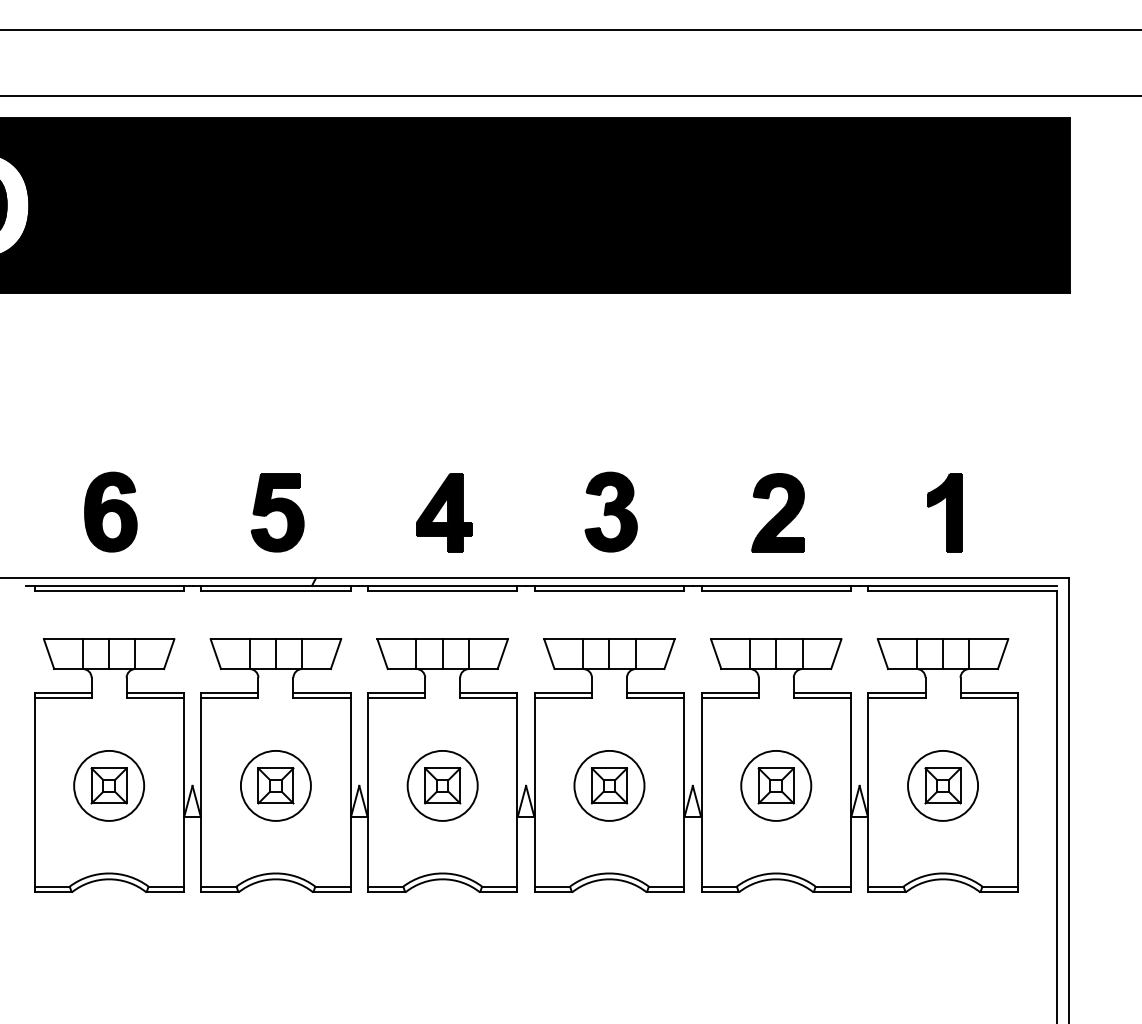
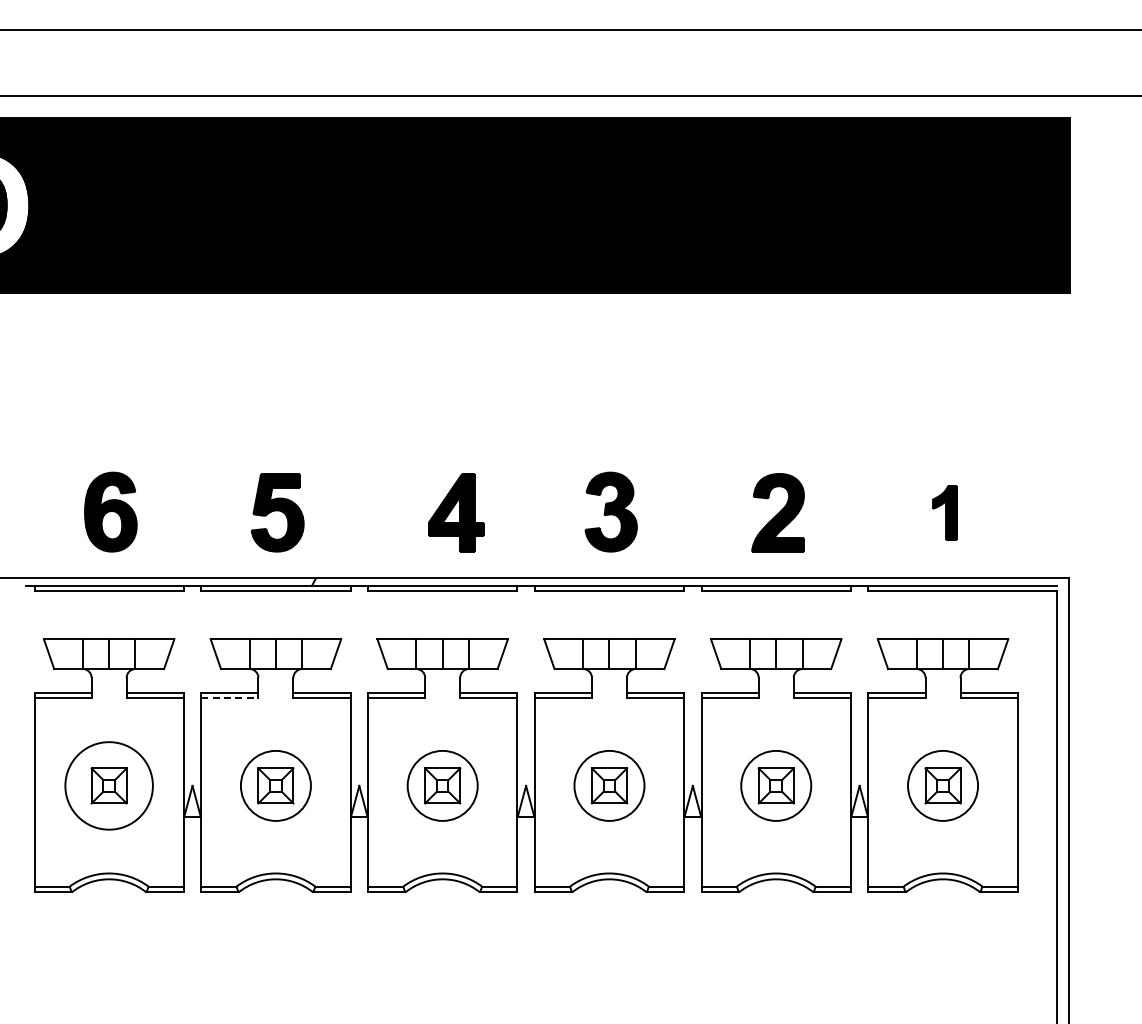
part at (444, 512) position: (444, 512) -> (456, 512)
part at (944, 512) size: 36x80 px -> 26x56 px
line at (229, 698): solid -> dashed
circle at (109, 785) diameter: 70 px -> 88 px
